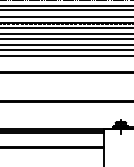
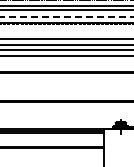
line at (67, 17): solid -> dashed
line at (66, 28): present -> none
line at (66, 33): present -> none
